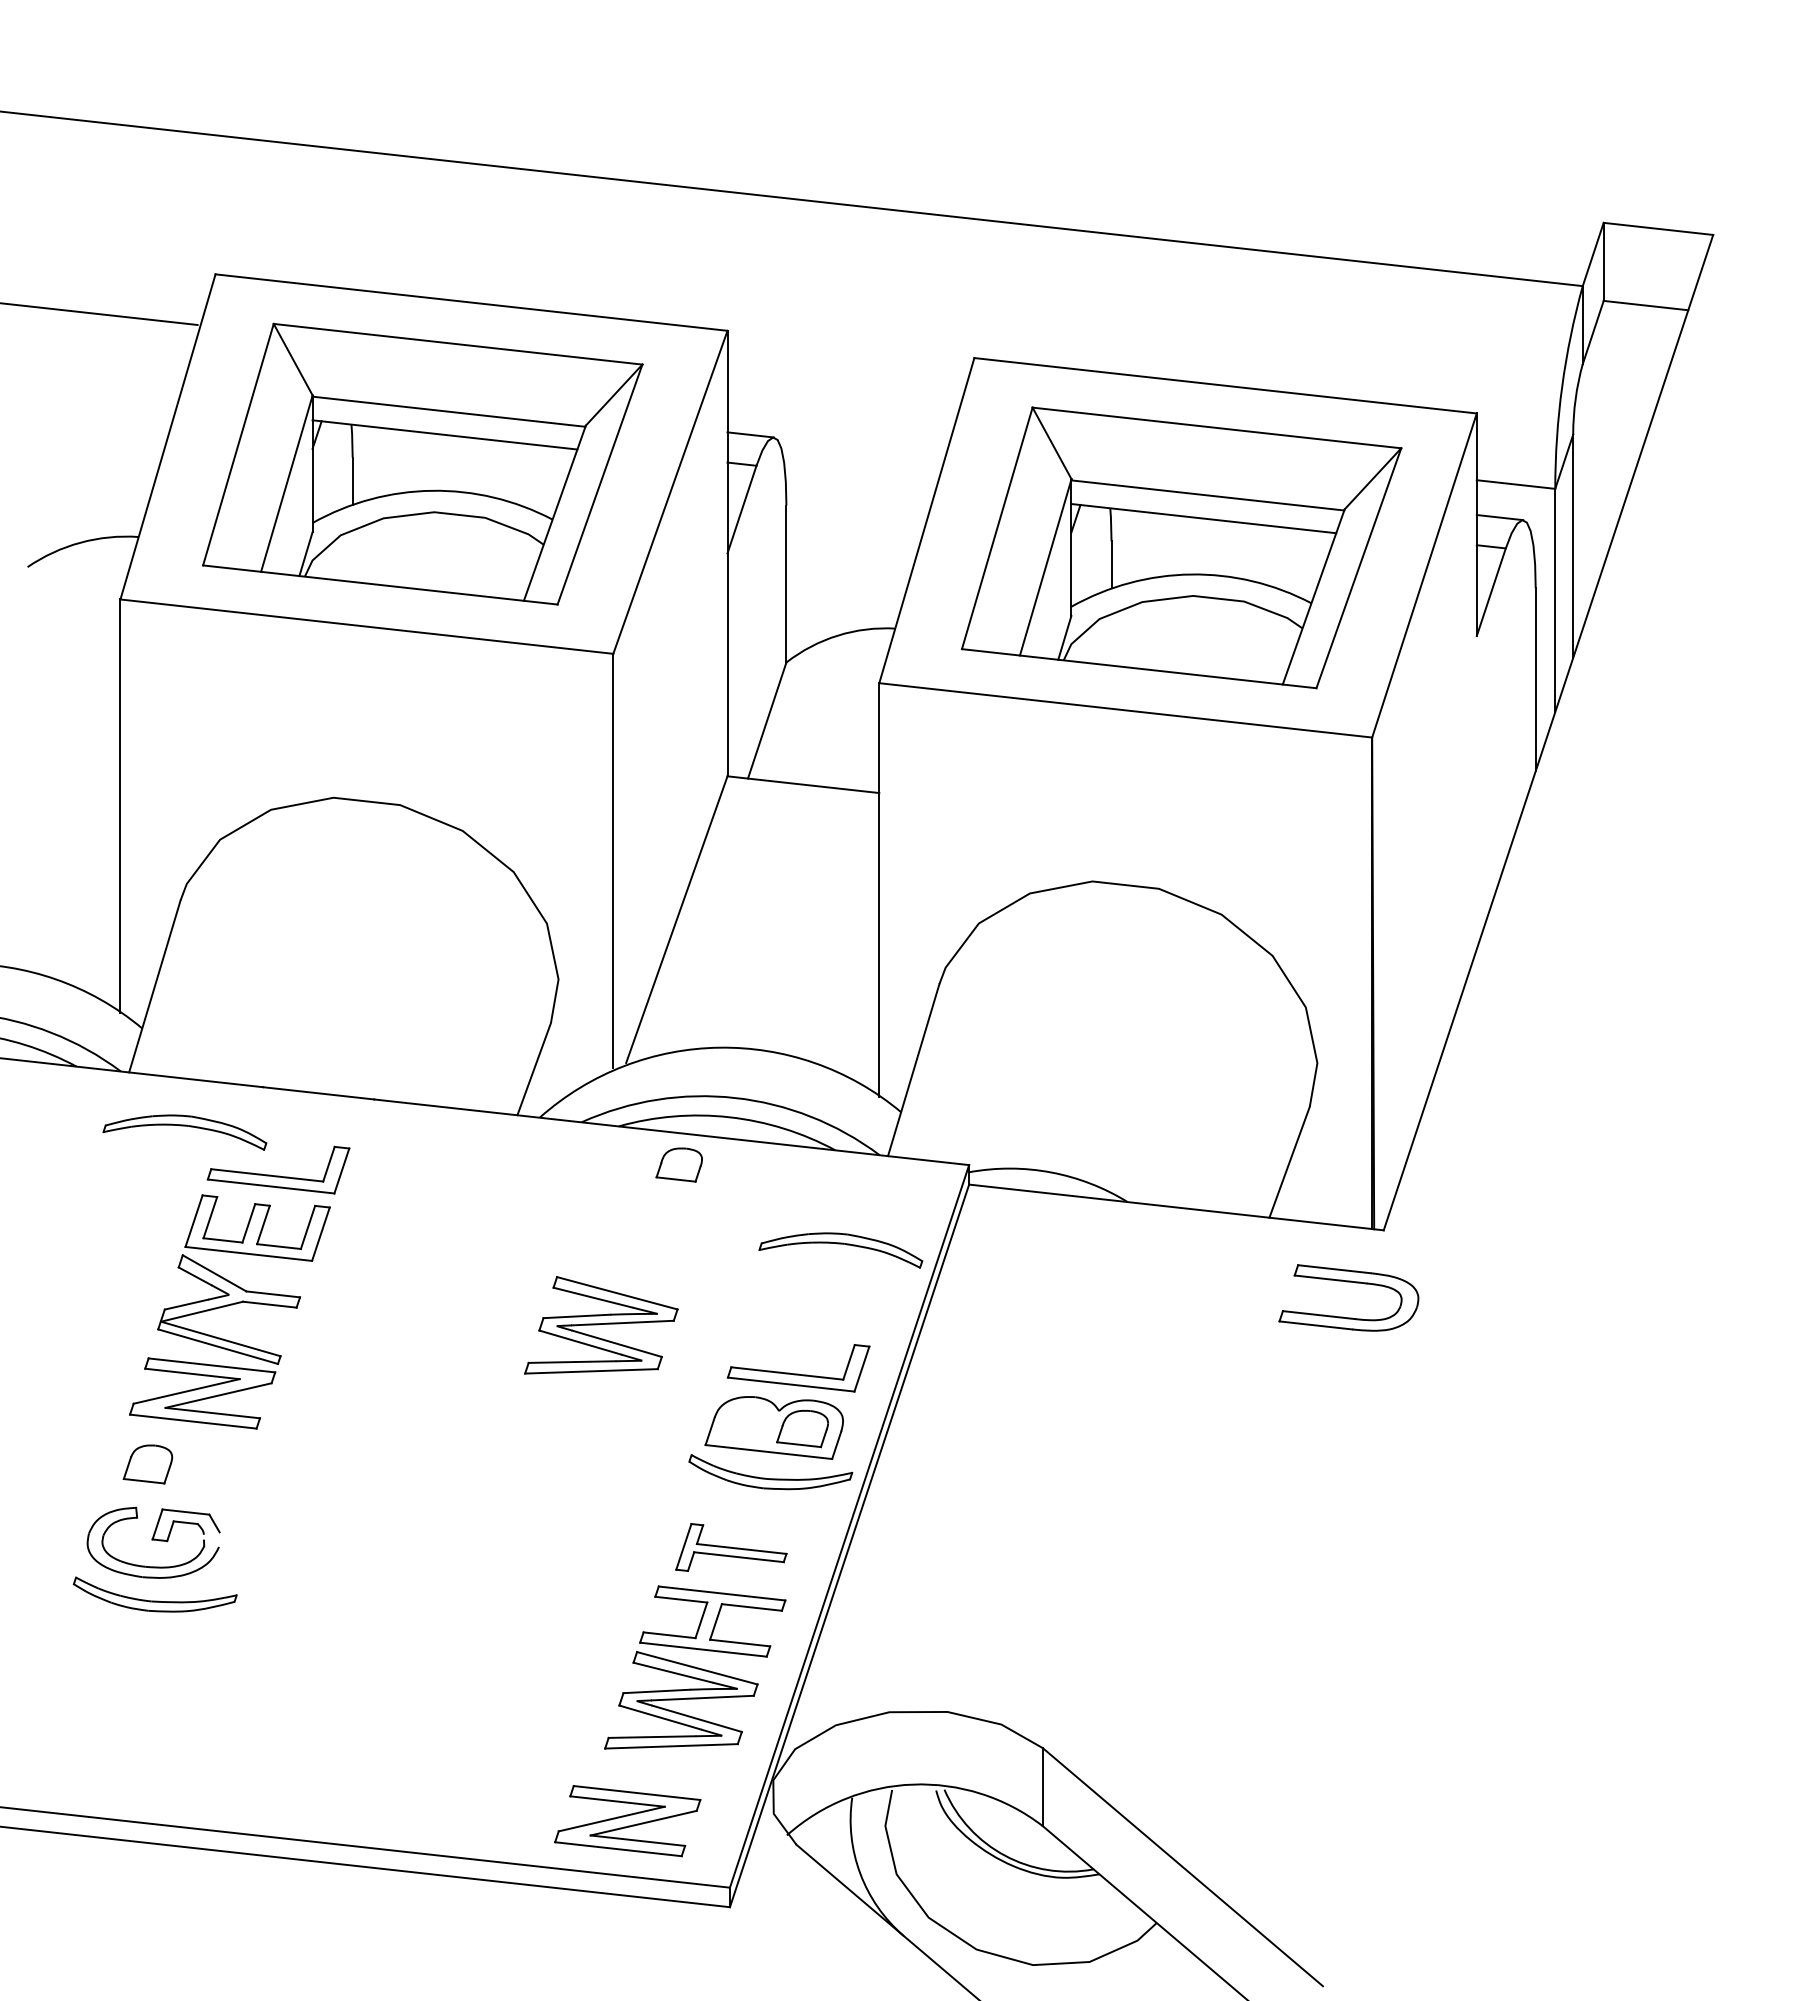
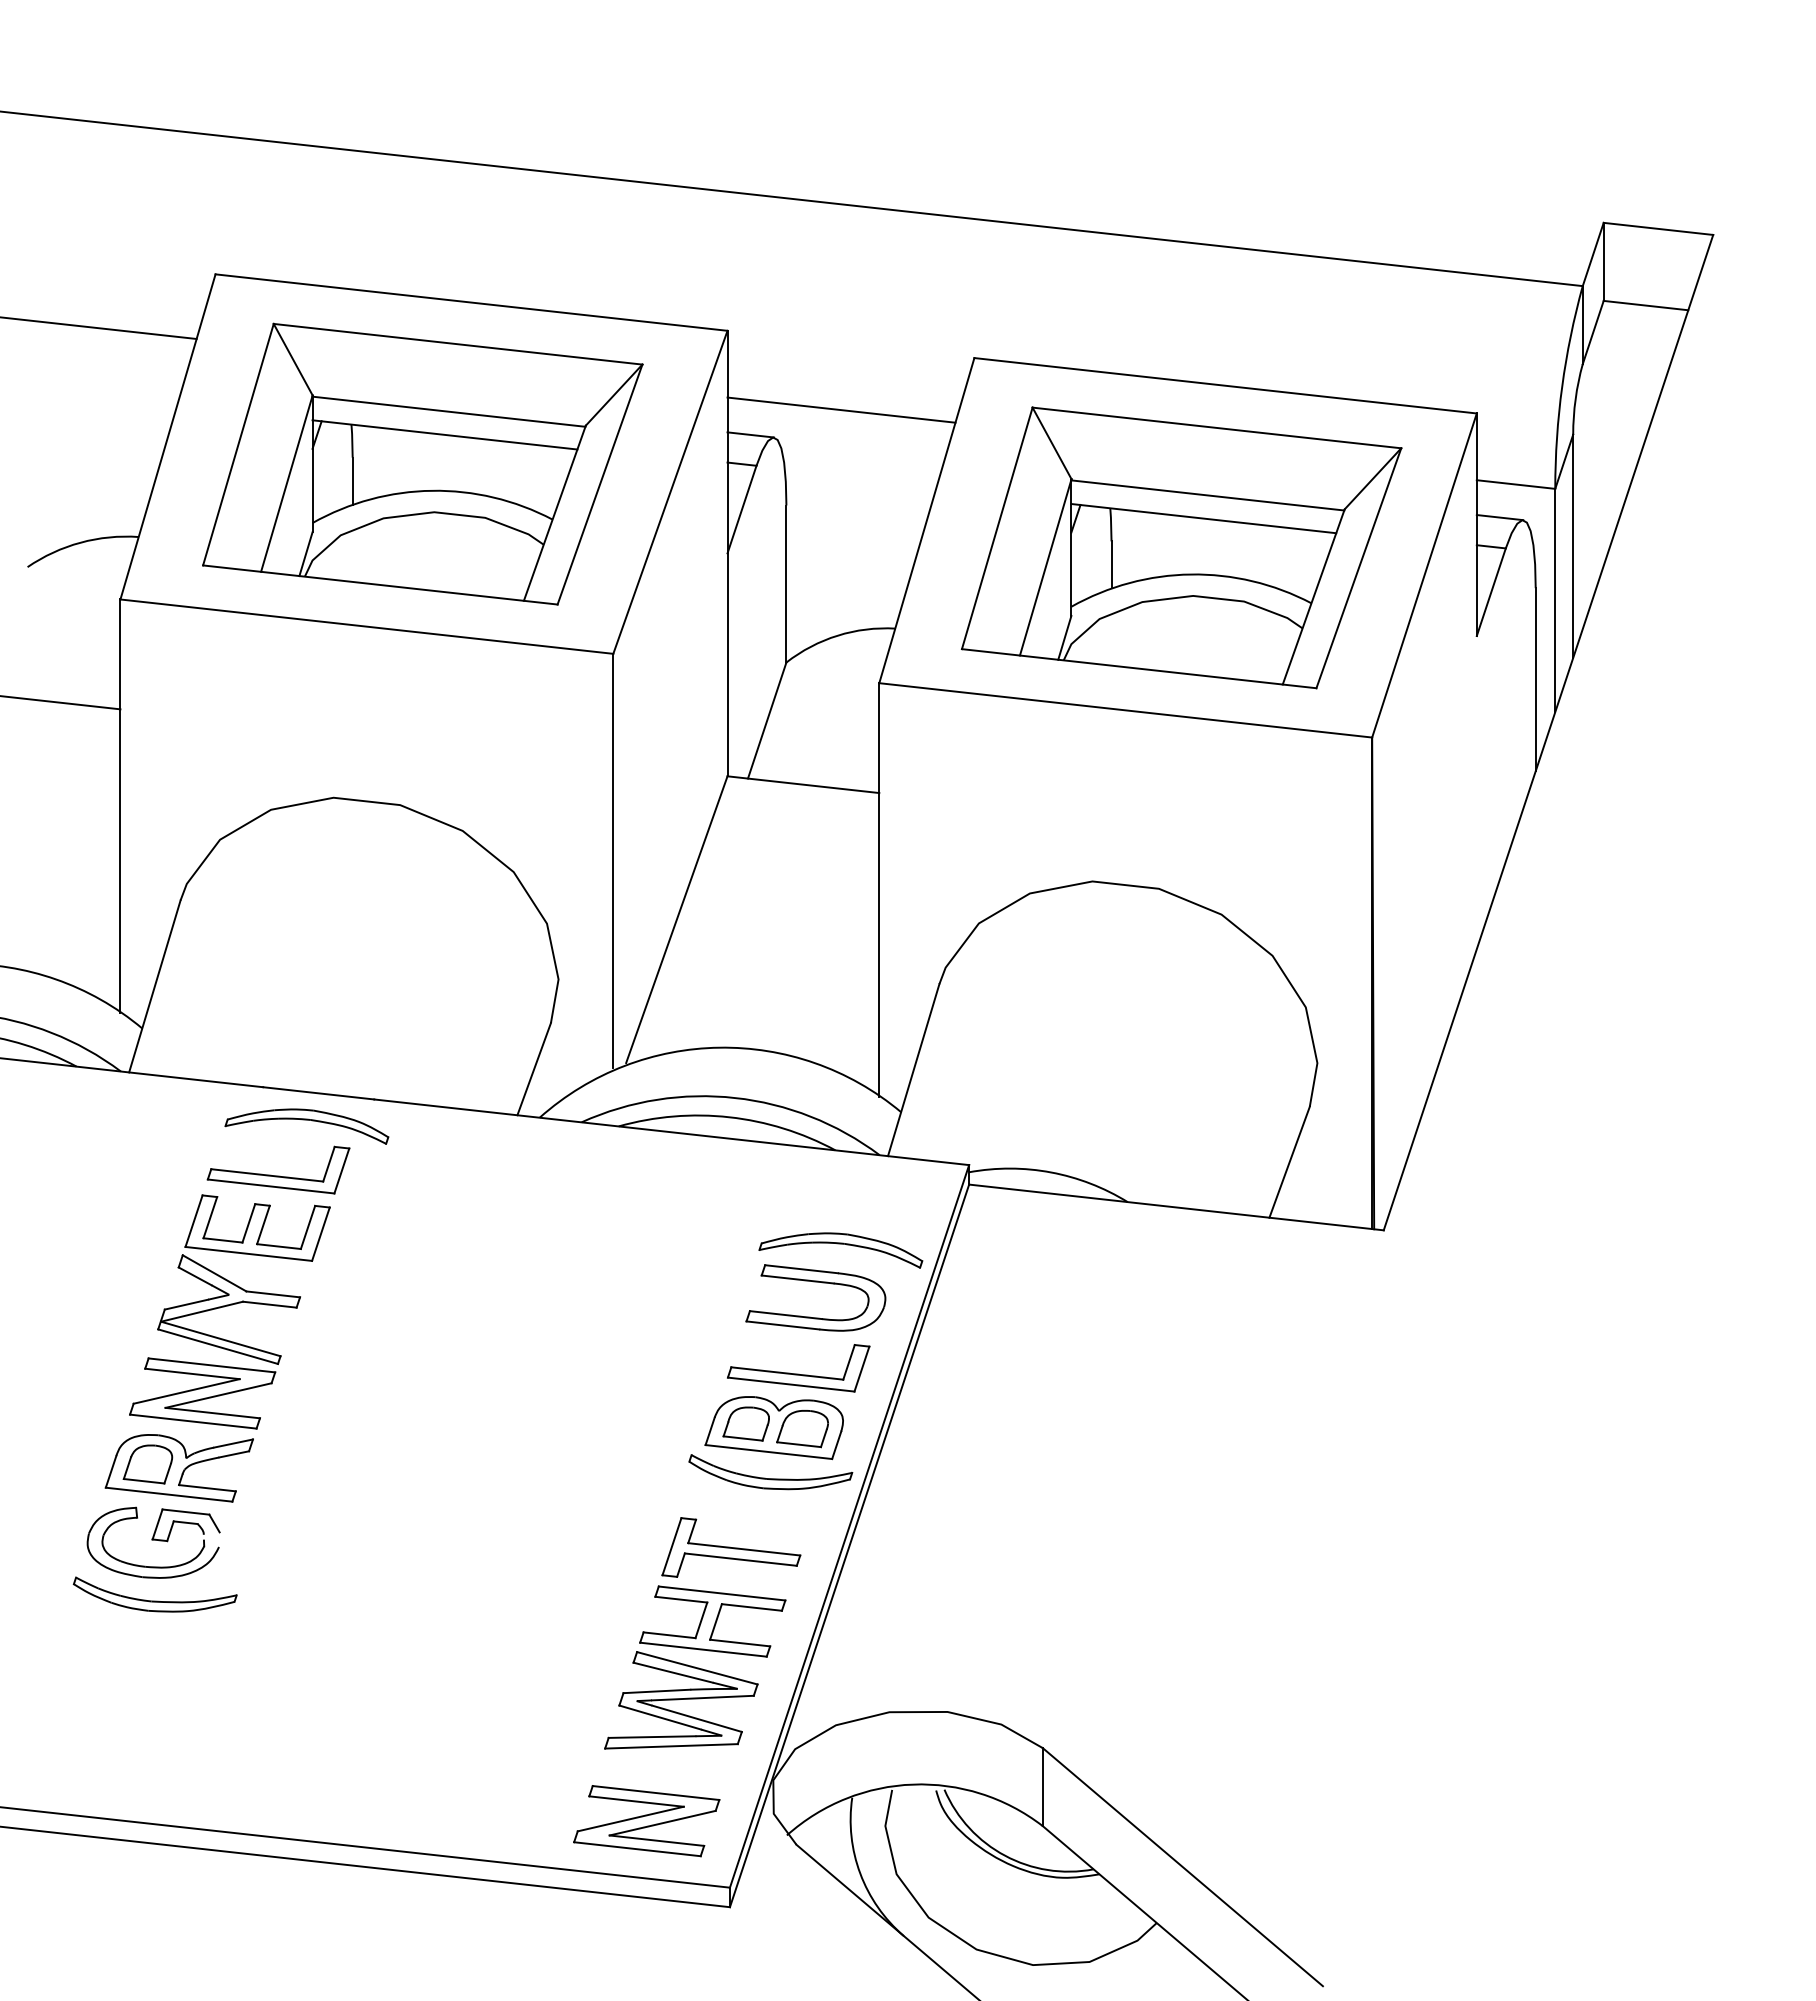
line at (99, 314) position: (99, 314) -> (99, 328)
line at (841, 409): none -> present
line at (61, 702): none -> present
part at (184, 1132) position: (184, 1132) -> (306, 1126)
part at (678, 1164) position: (678, 1164) -> (745, 1423)
part at (1348, 1282) position: (1348, 1282) -> (815, 1282)
part at (601, 1325): present -> none
part at (178, 1468): none -> present
part at (731, 1547) size: 113x49 px -> 141x61 px
part at (627, 1821) position: (627, 1821) -> (646, 1821)
